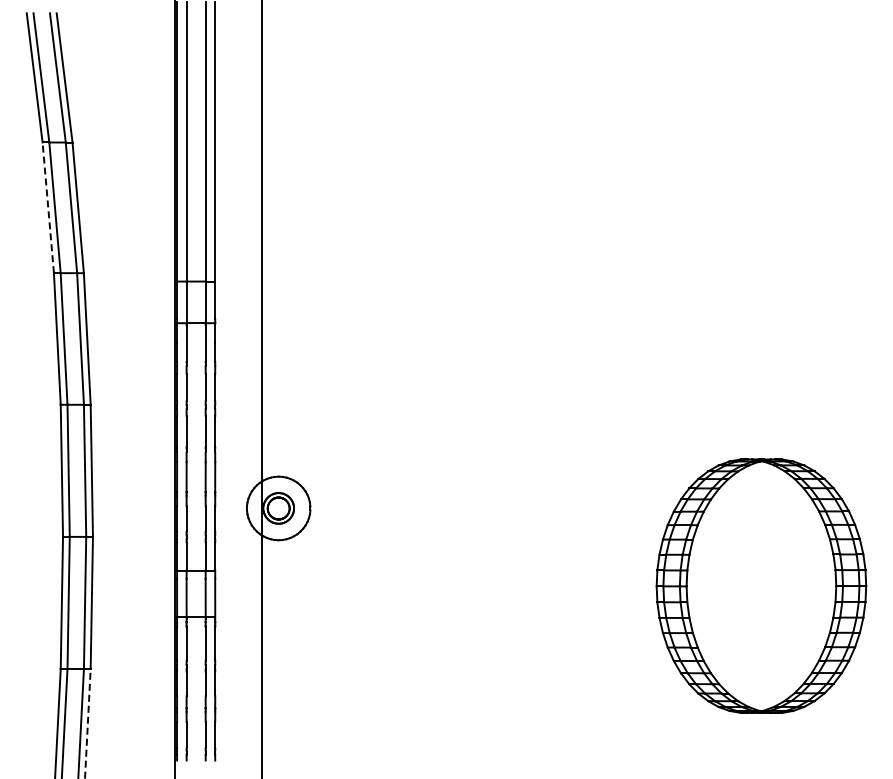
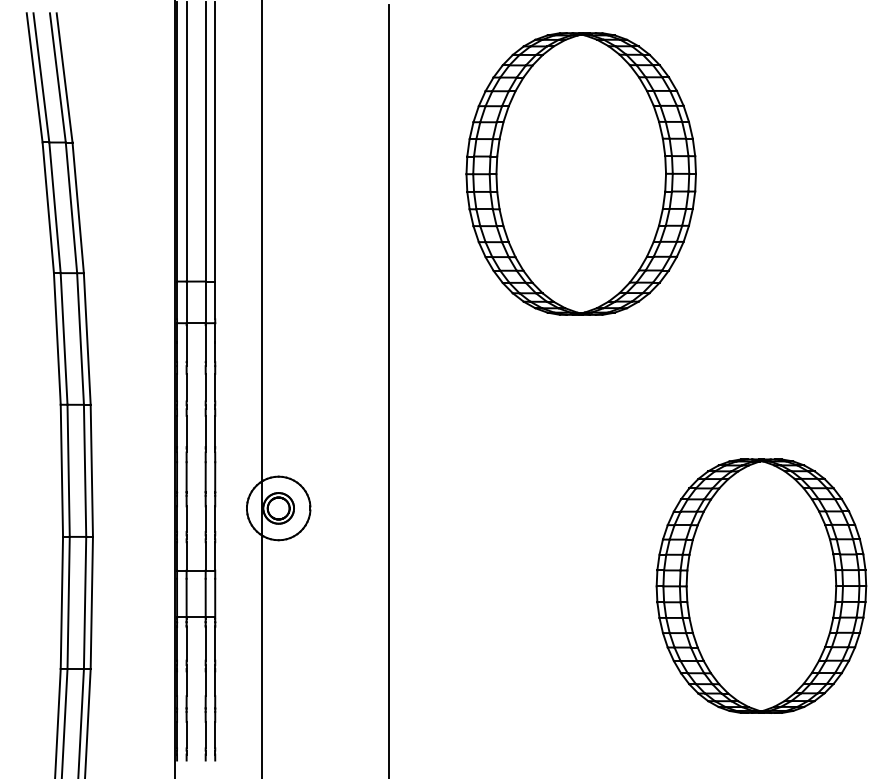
part at (580, 173): none -> present
line at (48, 207): dashed -> solid
line at (389, 389): none -> present
line at (87, 723): dashed -> solid
